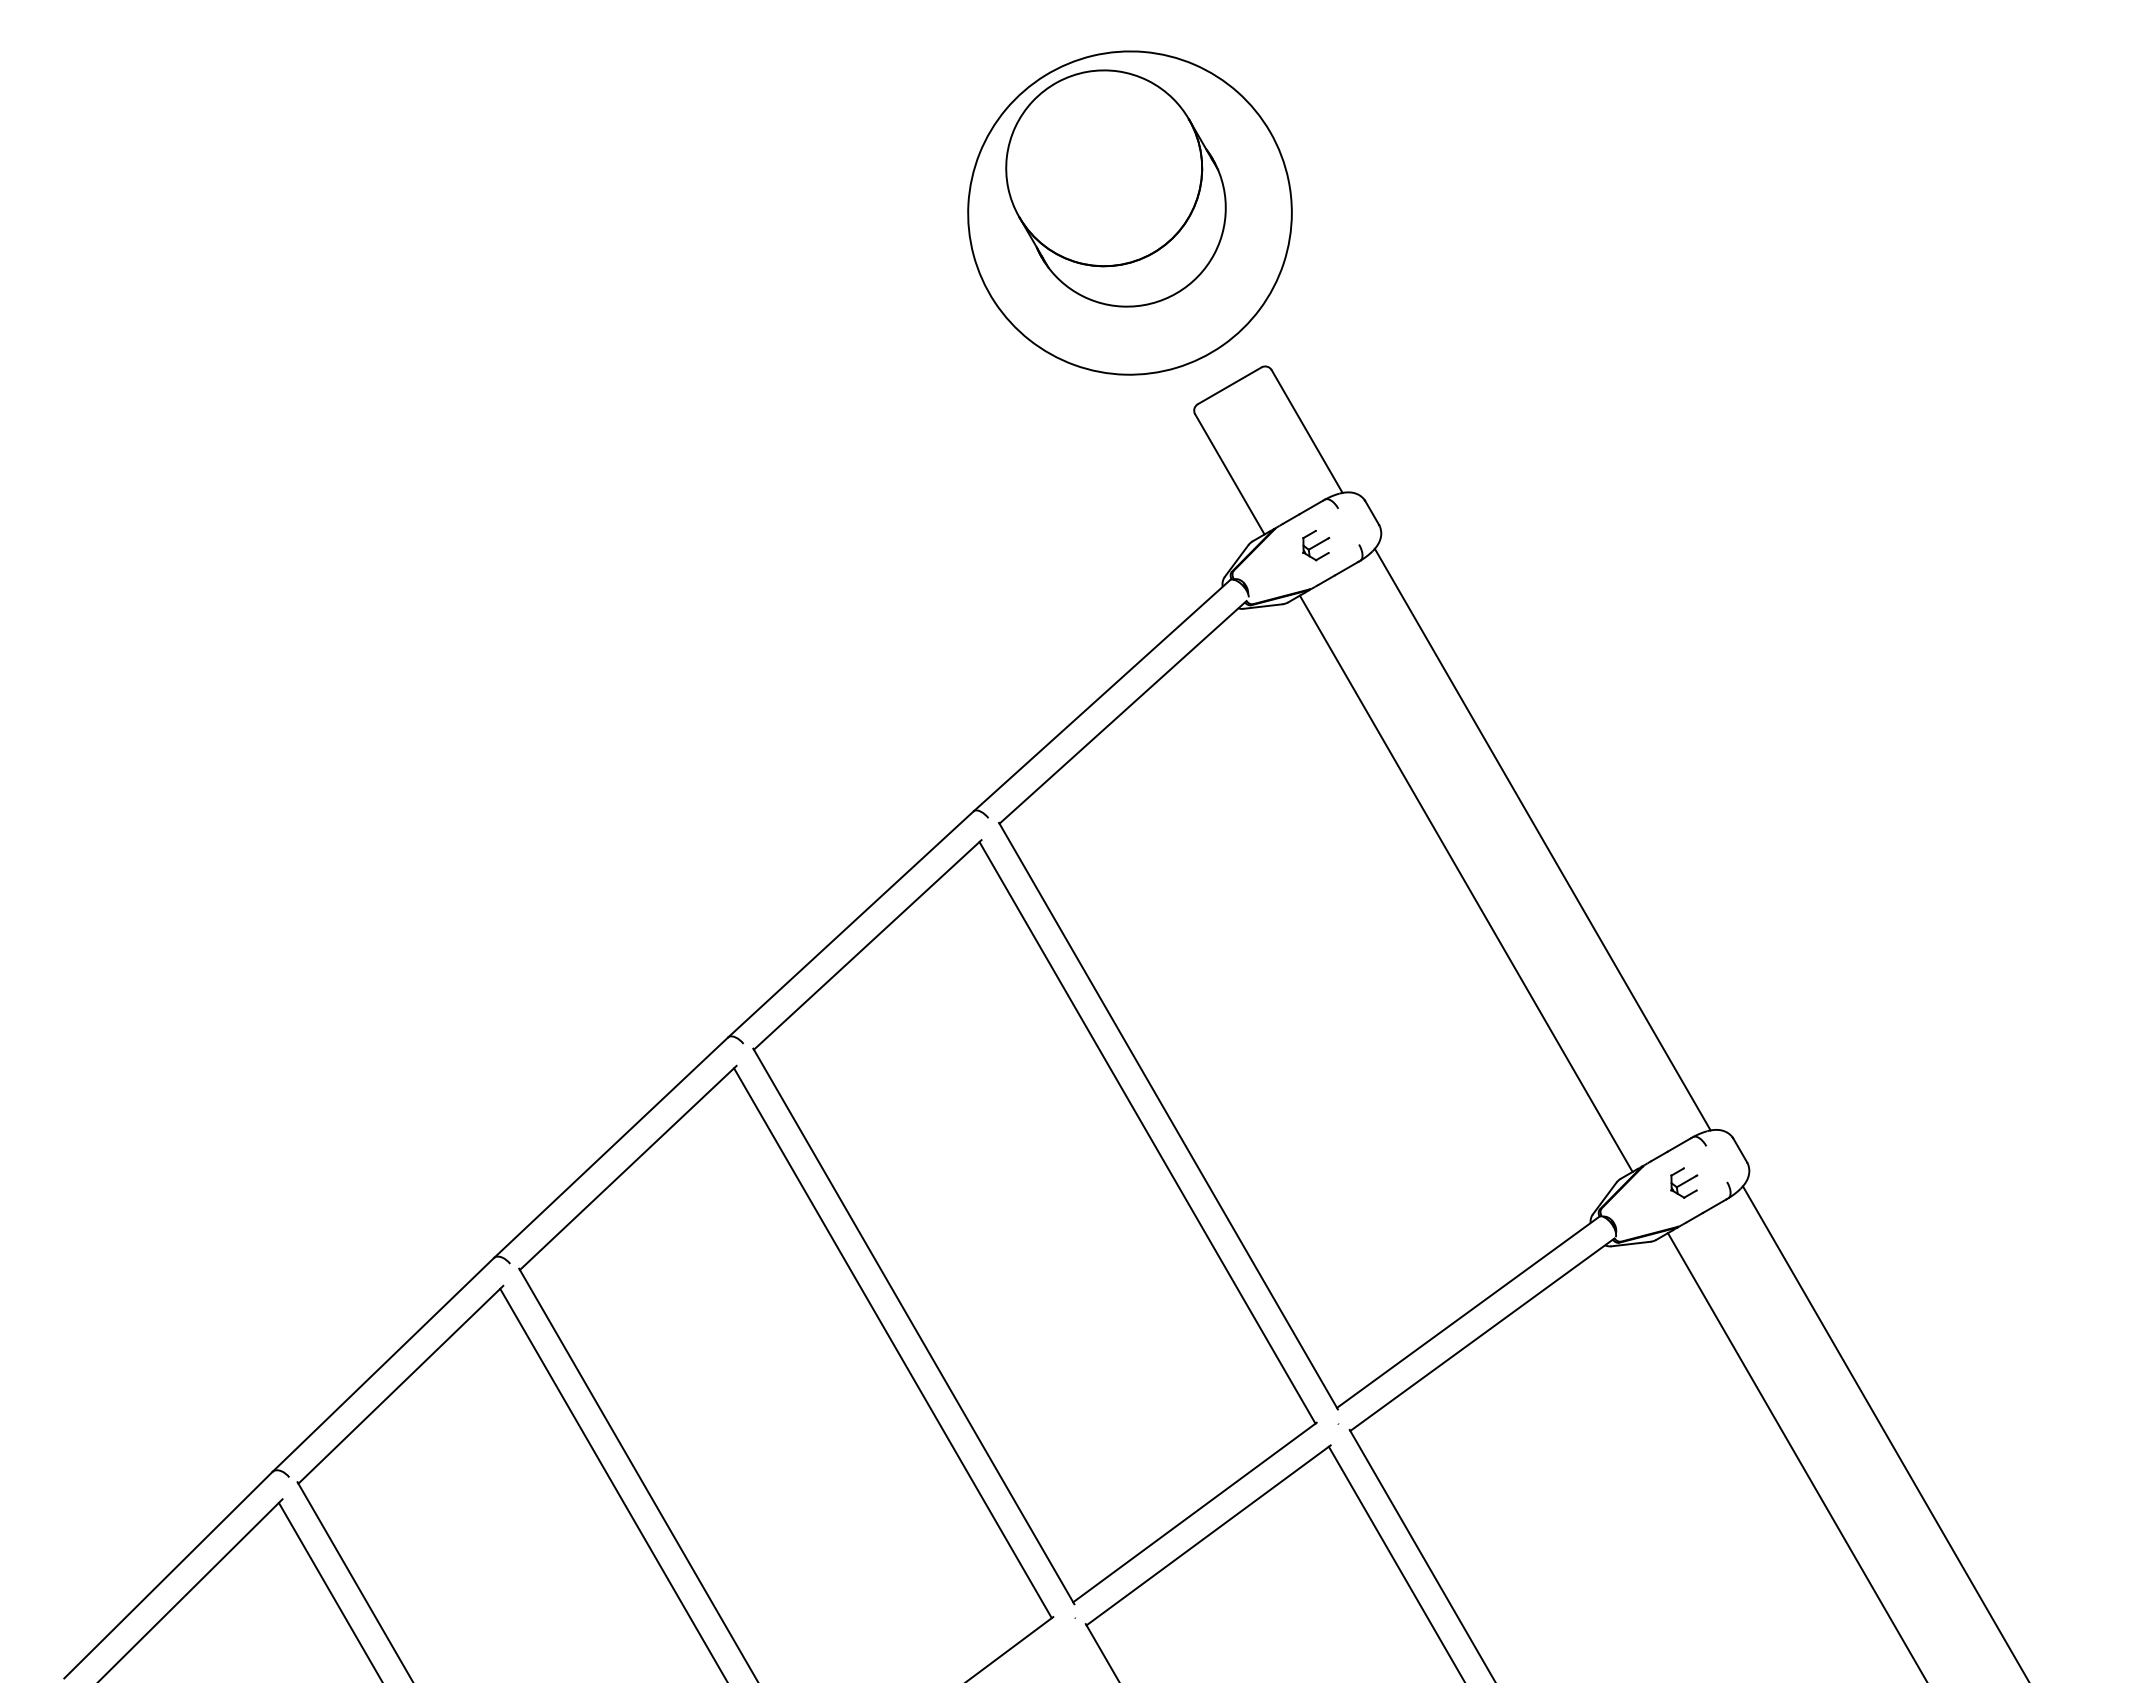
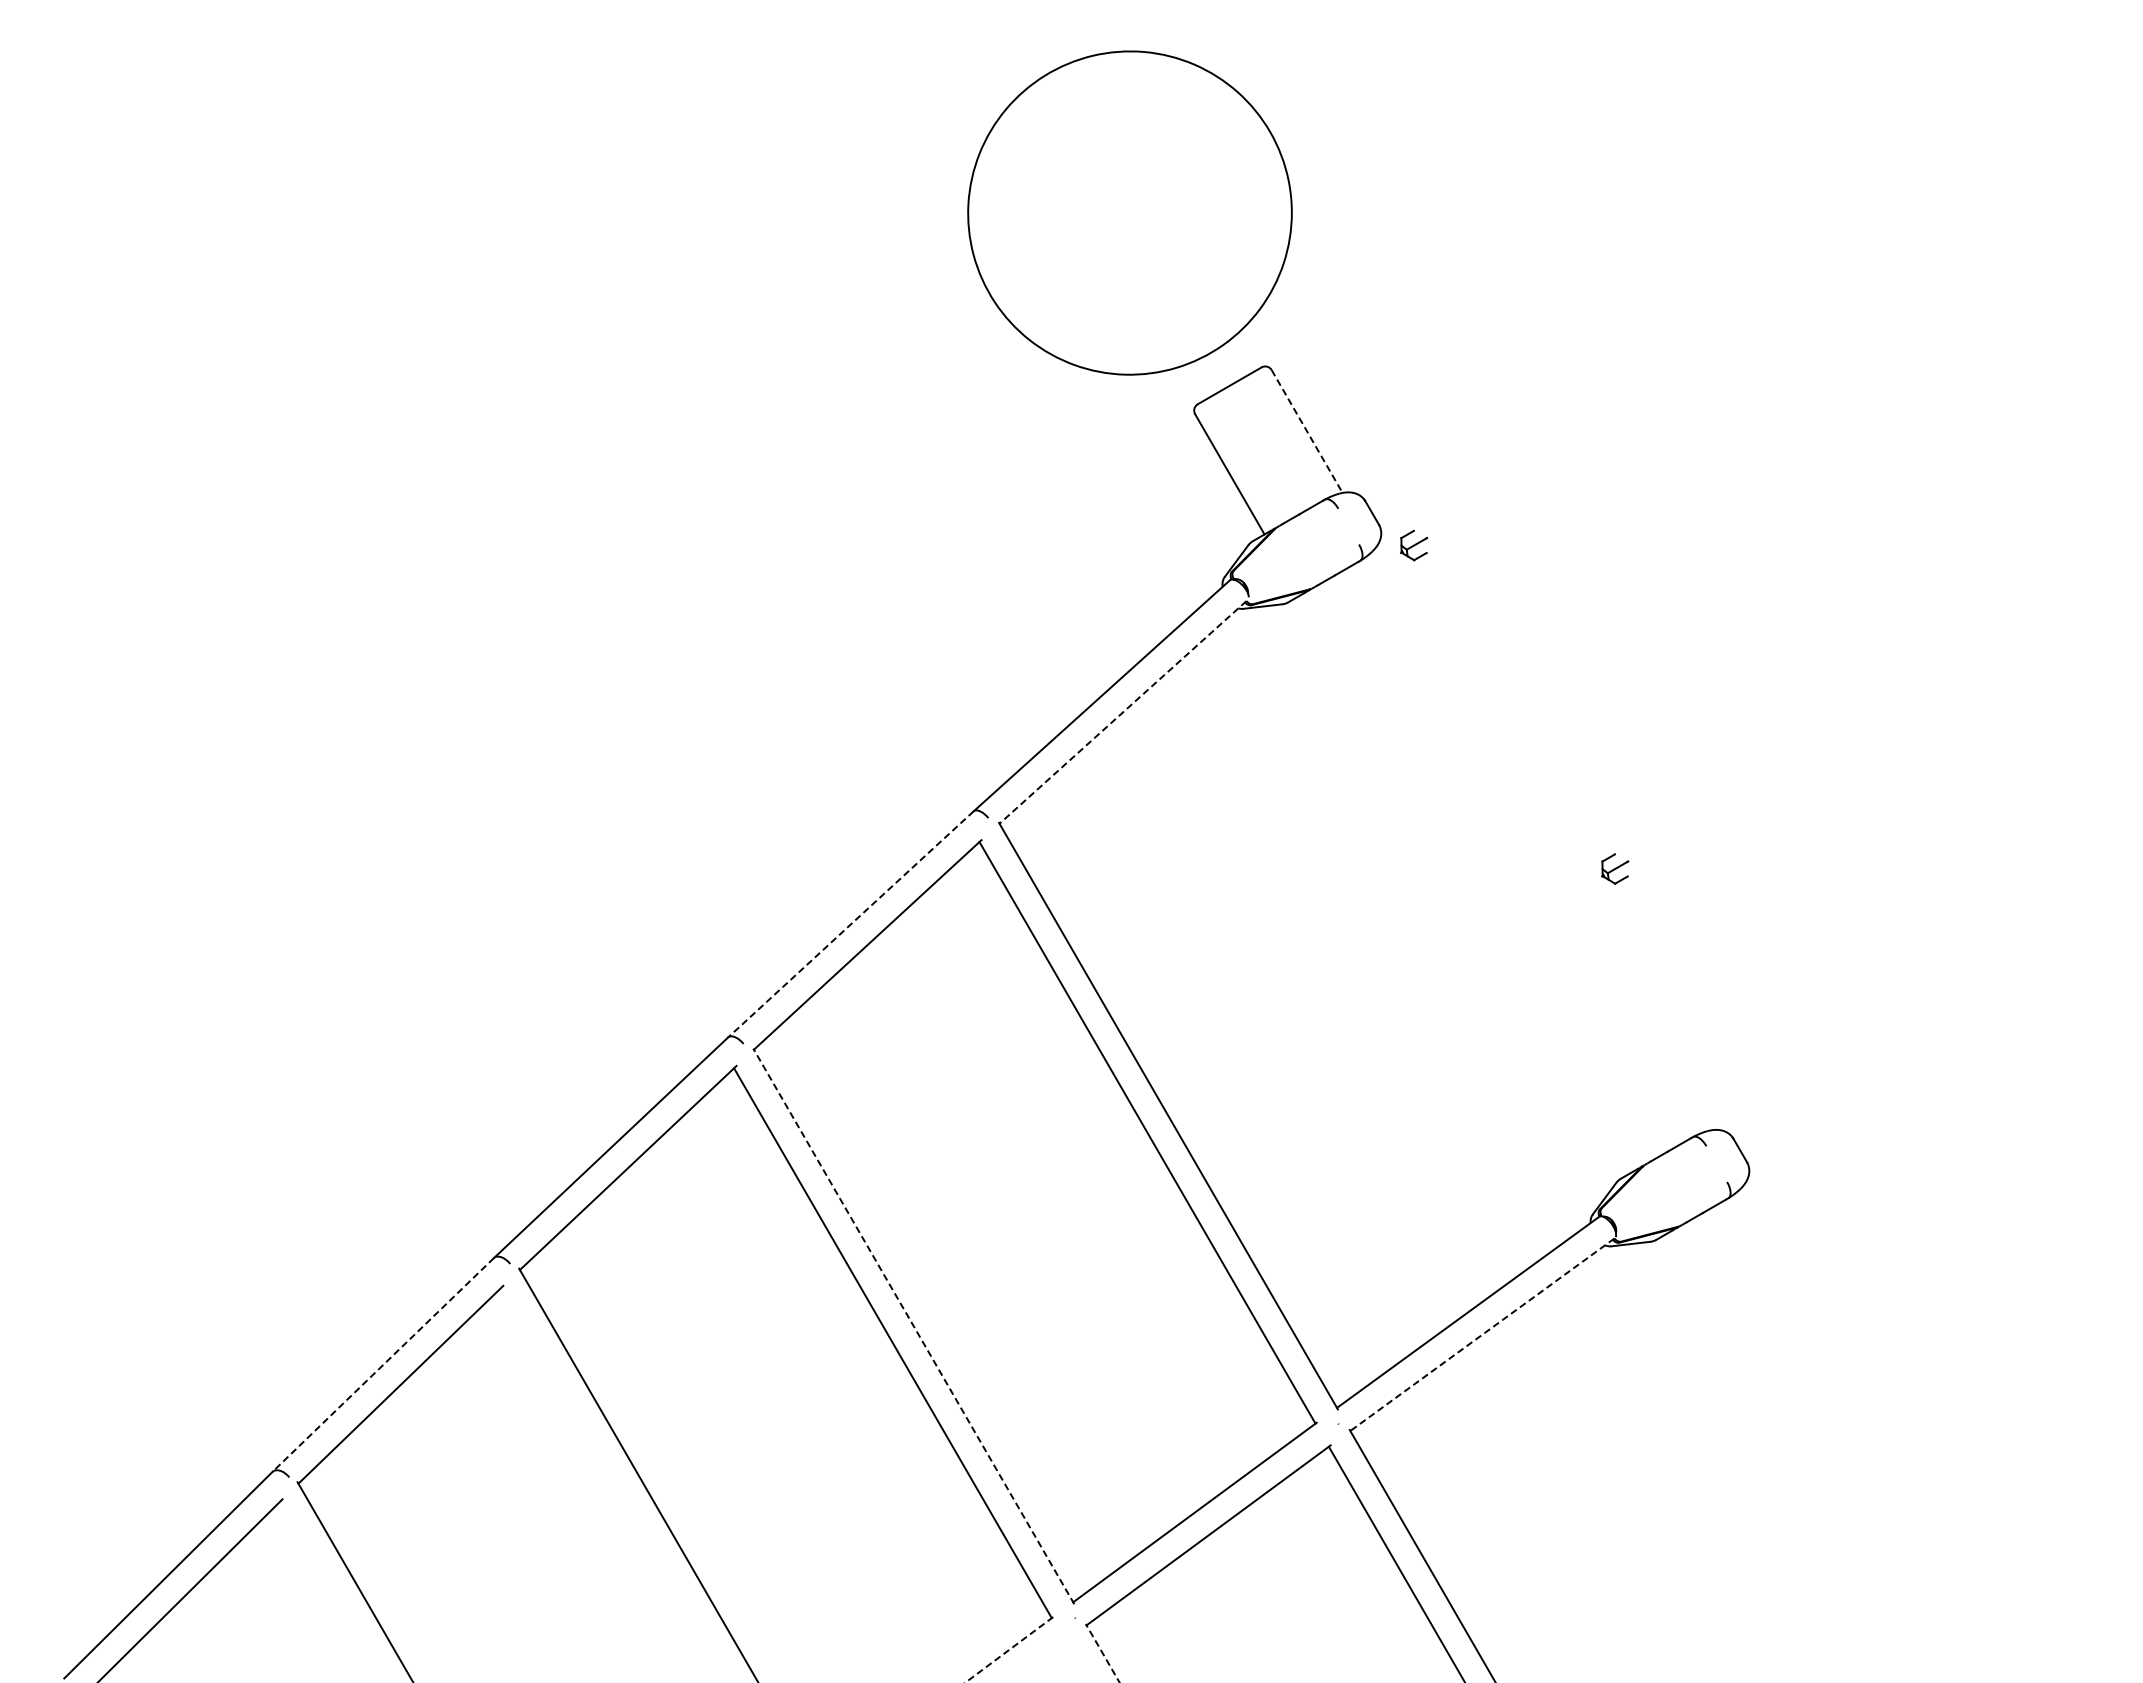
part at (1115, 188): present -> none
line at (1307, 431): solid -> dashed
part at (1316, 545) position: (1316, 545) -> (1414, 545)
line at (1122, 712): solid -> dashed
line at (1542, 839): present -> none
line at (1465, 883): present -> none
line at (850, 924): solid -> dashed
part at (1684, 1182) position: (1684, 1182) -> (1615, 868)
line at (913, 1326): solid -> dashed
line at (1482, 1335): solid -> dashed
line at (383, 1364): solid -> dashed
line at (1884, 1432): present -> none
line at (1796, 1456): present -> none
line at (612, 1483): present -> none
line at (329, 1590): present -> none
line at (1009, 1649): solid -> dashed
line at (1102, 1653): solid -> dashed
